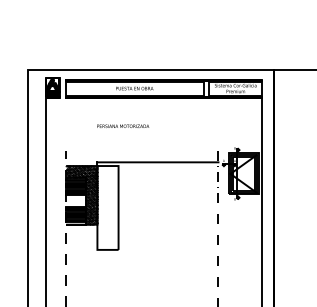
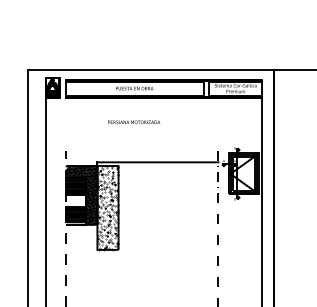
text at (123, 125) position: (123, 125) -> (134, 121)
hatch at (107, 207): none -> present
